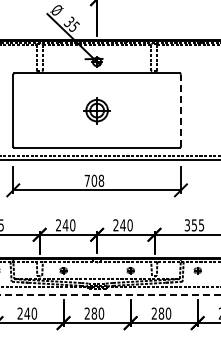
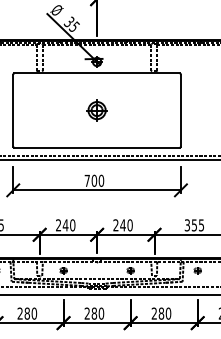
part at (96, 110) size: 28x28 px -> 22x23 px
line at (180, 110): dashed -> solid
text at (101, 180): 708 -> 700
line at (110, 294): dashed -> solid
text at (27, 313): 240 -> 280
